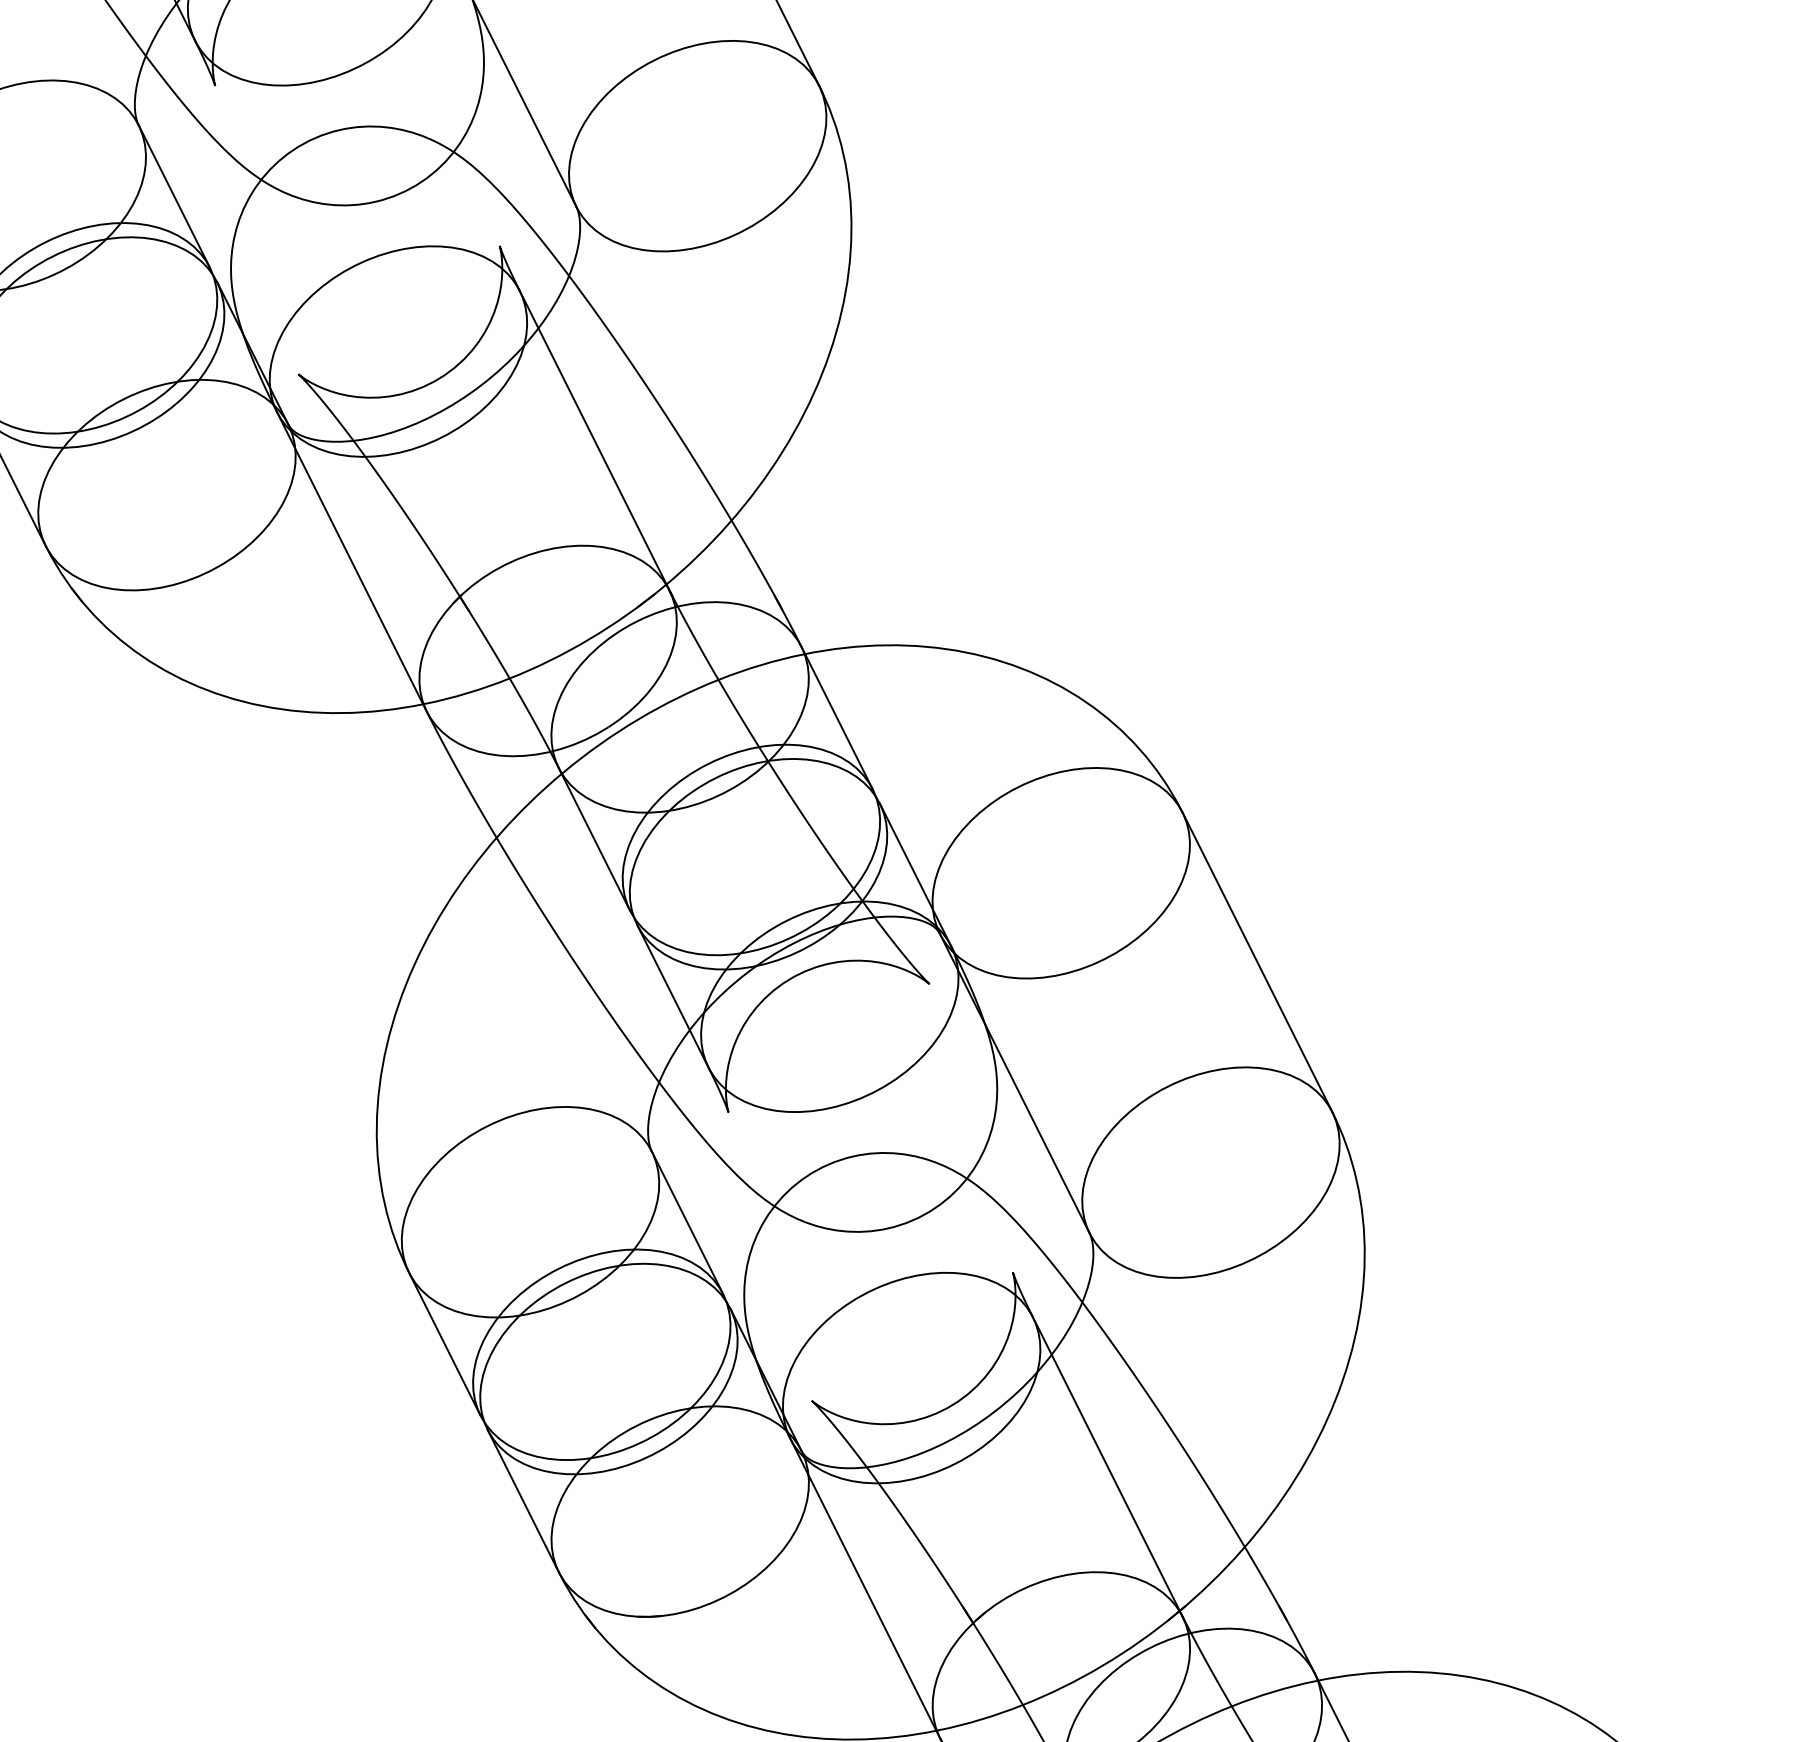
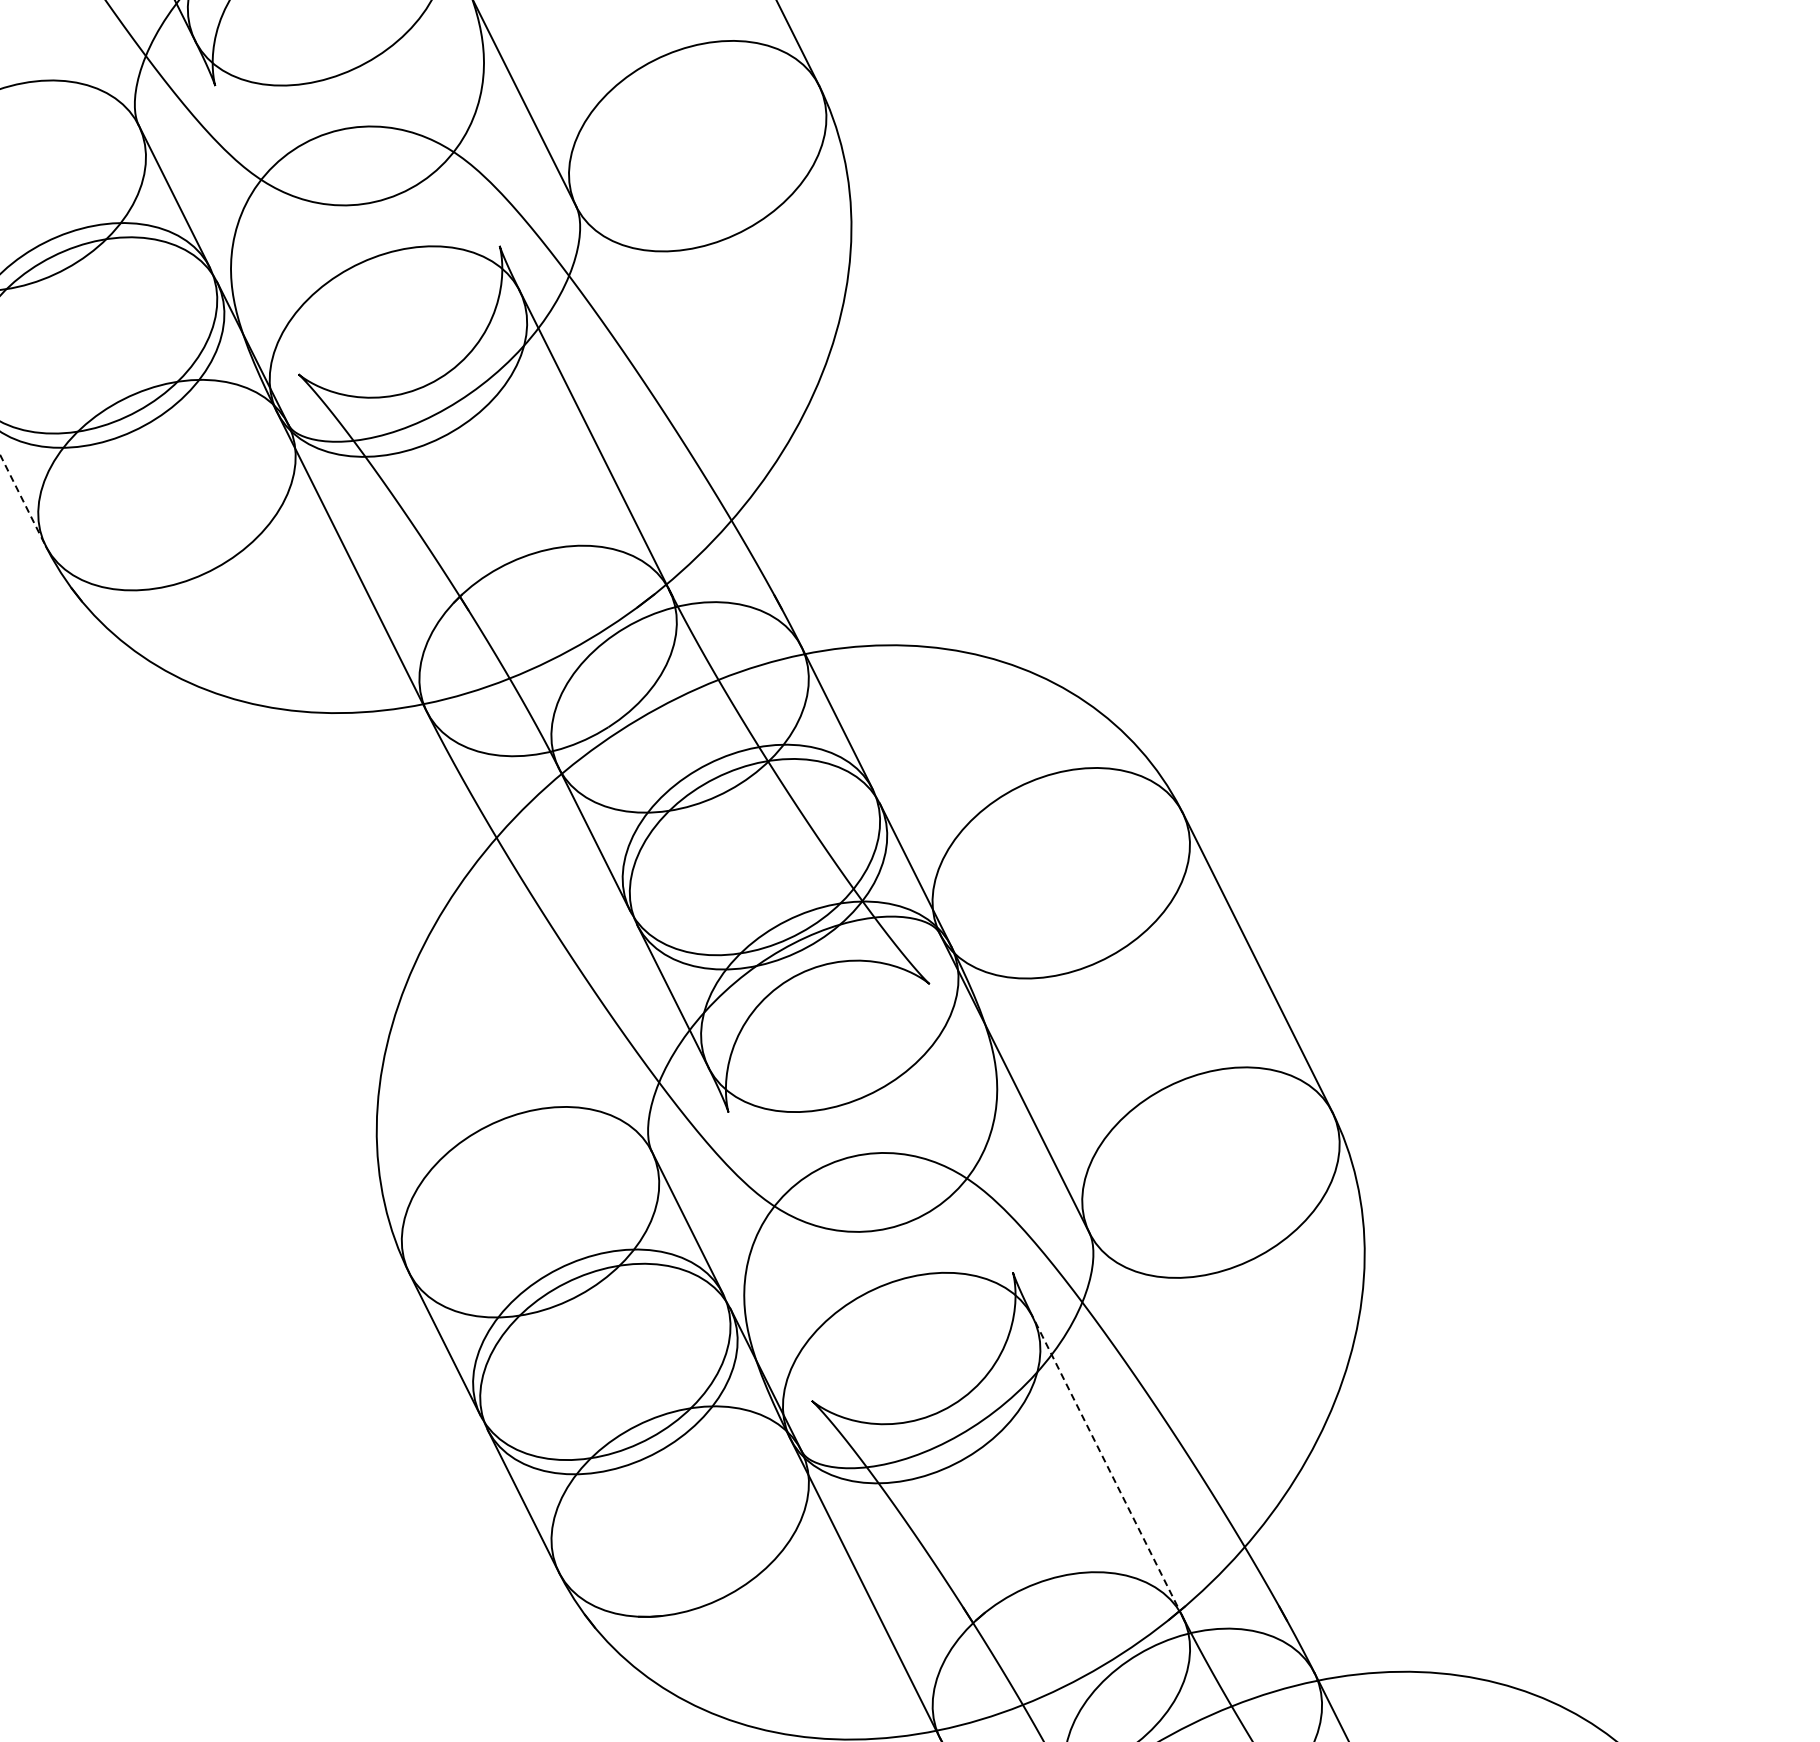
line at (22, 500): solid -> dashed
line at (1107, 1466): solid -> dashed
